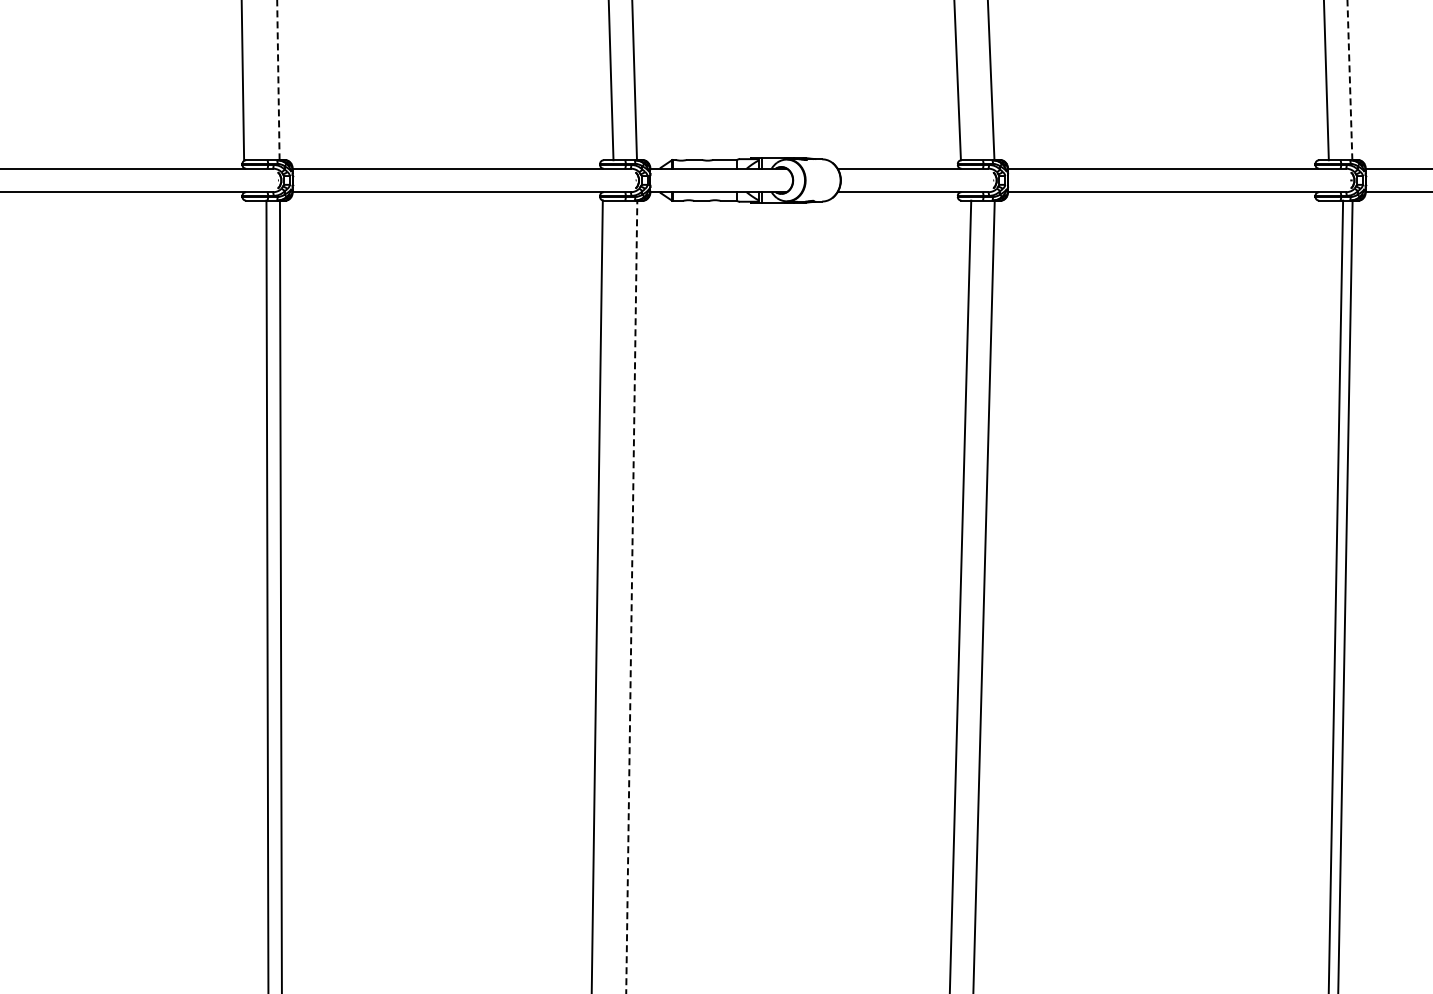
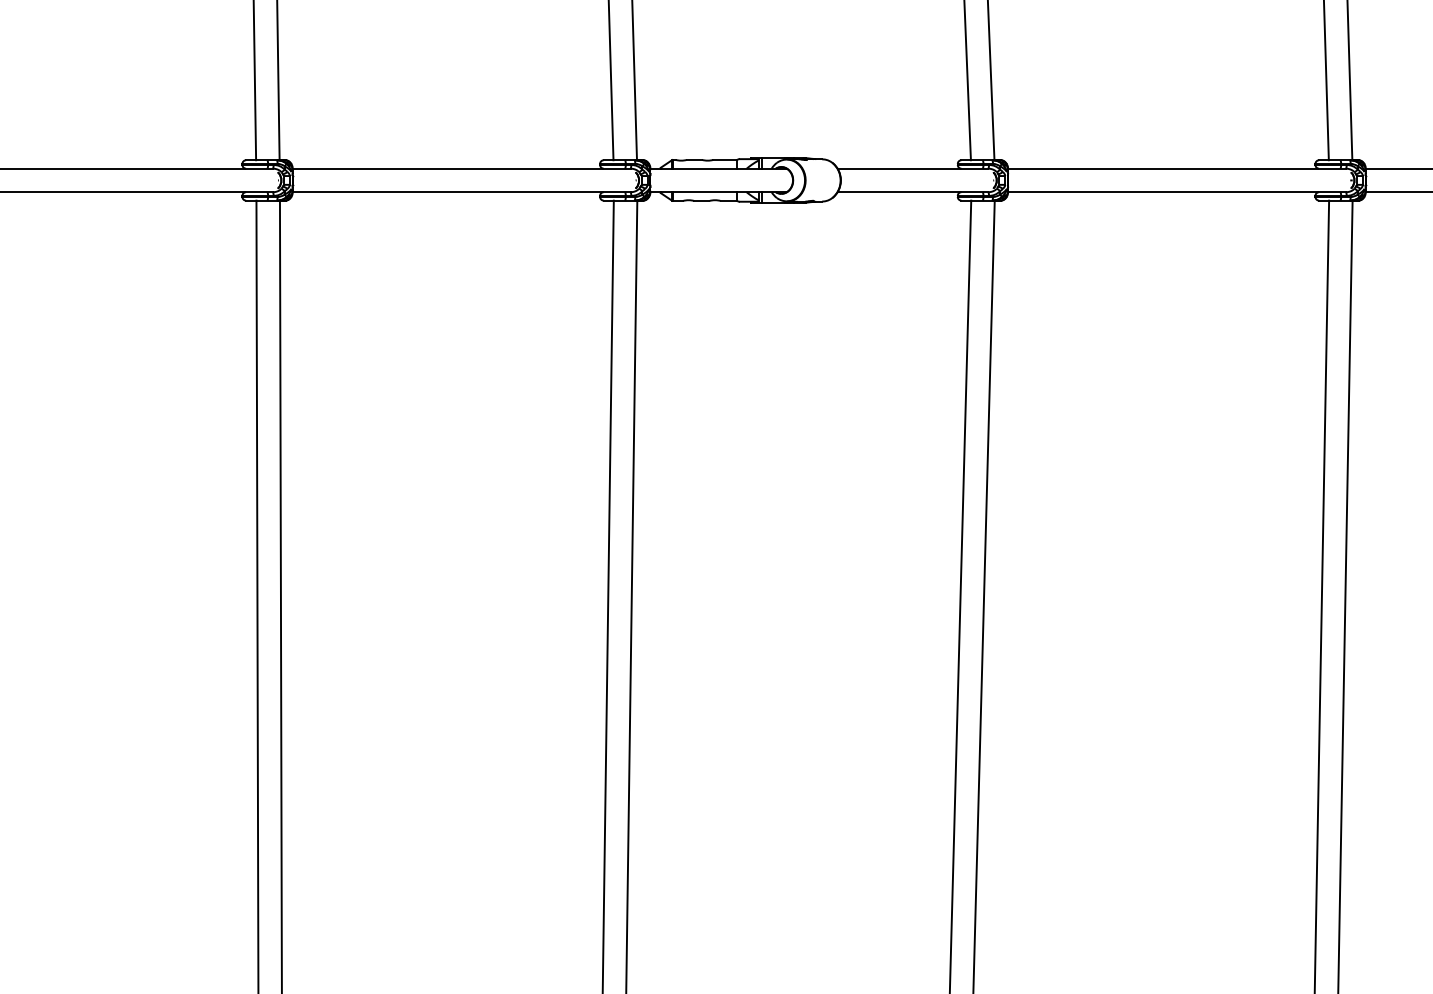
line at (278, 80): dashed -> solid
line at (1349, 80): dashed -> solid
line at (242, 81) position: (242, 81) -> (254, 81)
line at (957, 81) position: (957, 81) -> (967, 81)
line at (267, 595) position: (267, 595) -> (257, 595)
line at (596, 595) position: (596, 595) -> (607, 595)
line at (1335, 595) position: (1335, 595) -> (1321, 595)
line at (631, 596): dashed -> solid
